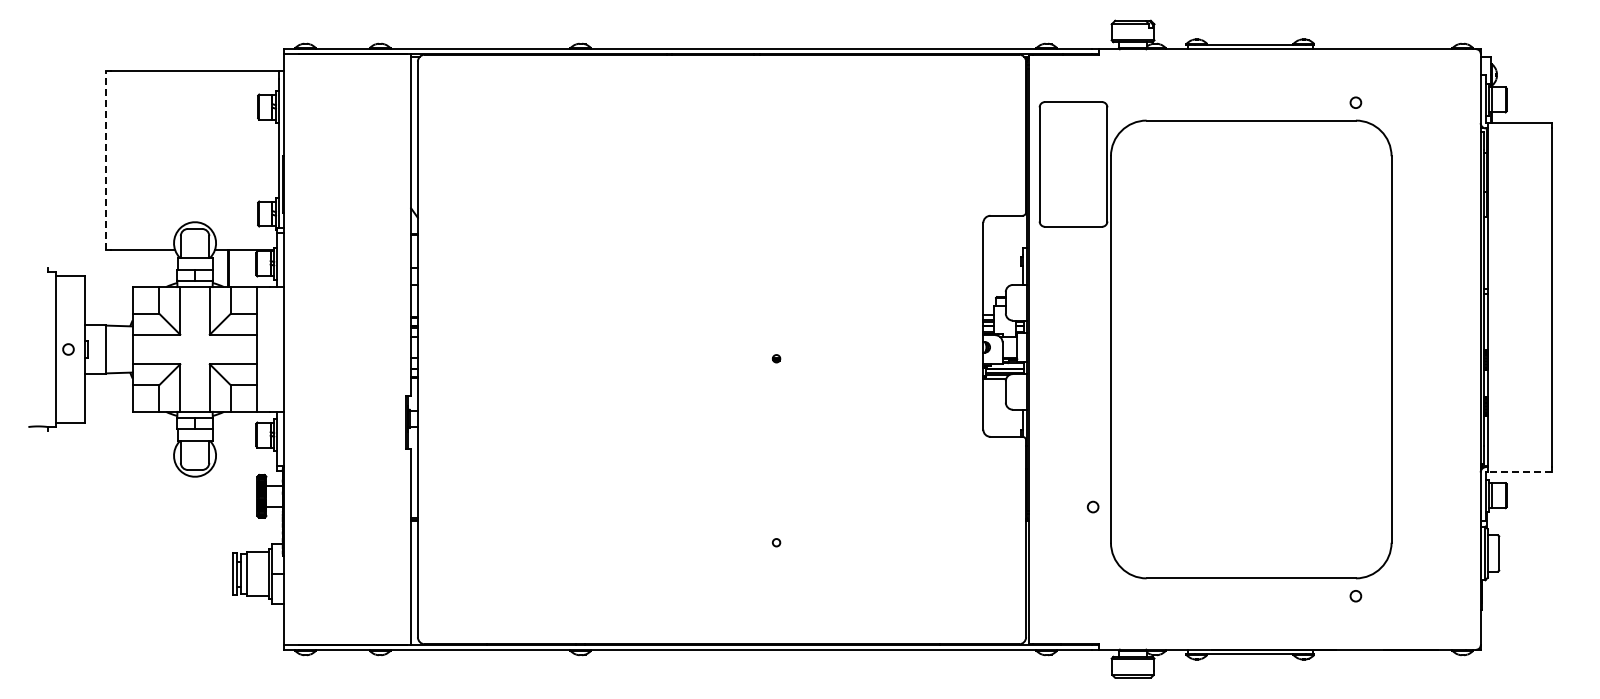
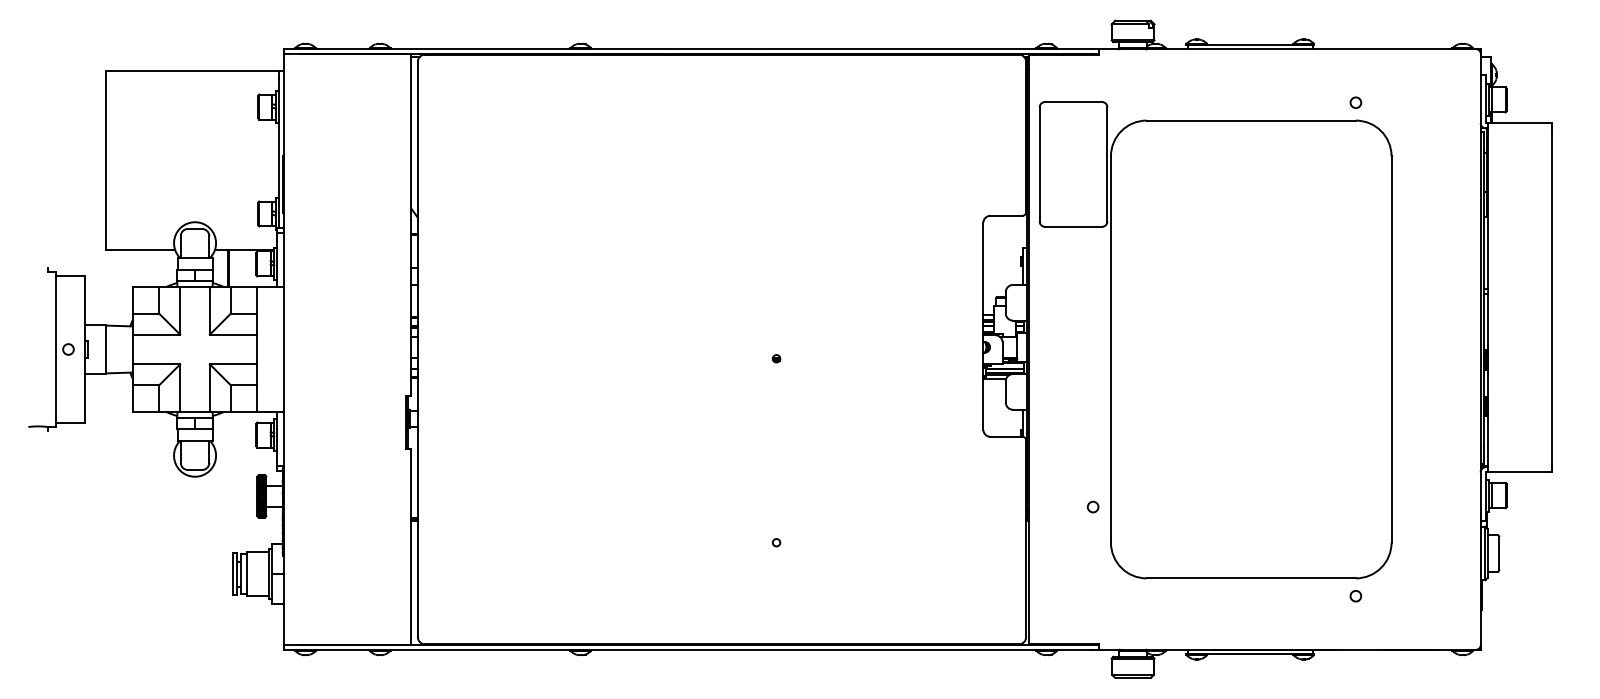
line at (105, 160): dashed -> solid
line at (1519, 472): dashed -> solid
